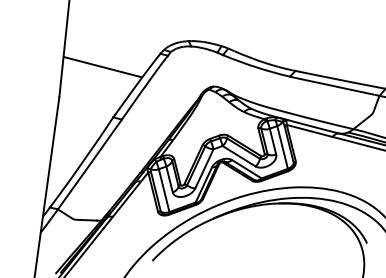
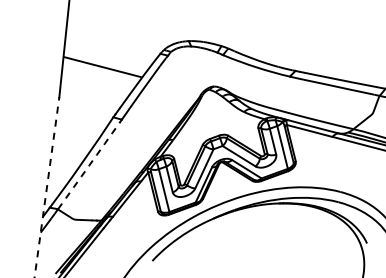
arc at (89, 165): solid -> dashed
line at (46, 187): solid -> dashed
